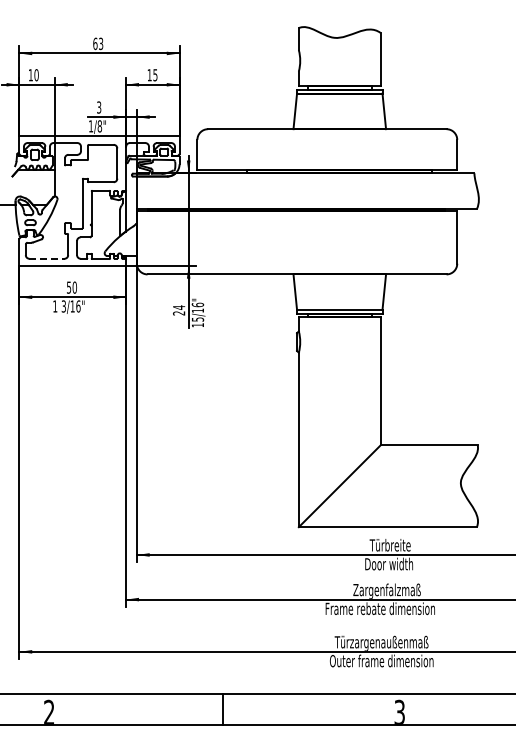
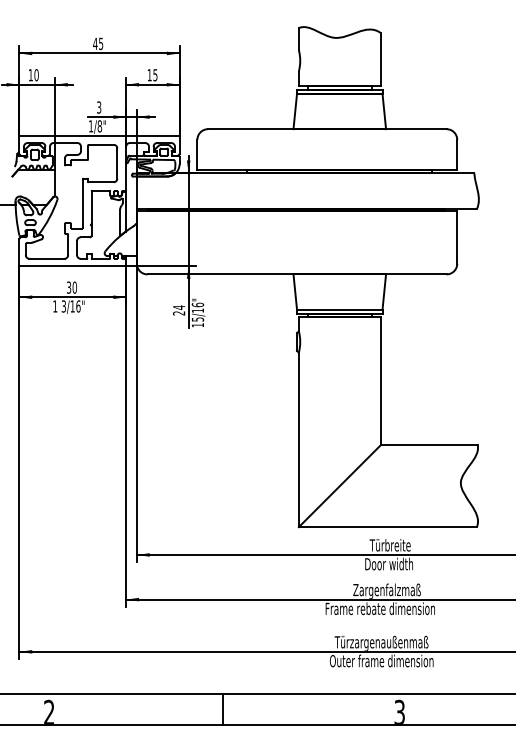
text at (98, 43): 63 -> 45
line at (47, 258): dashed -> solid
text at (68, 286): 50 -> 30
